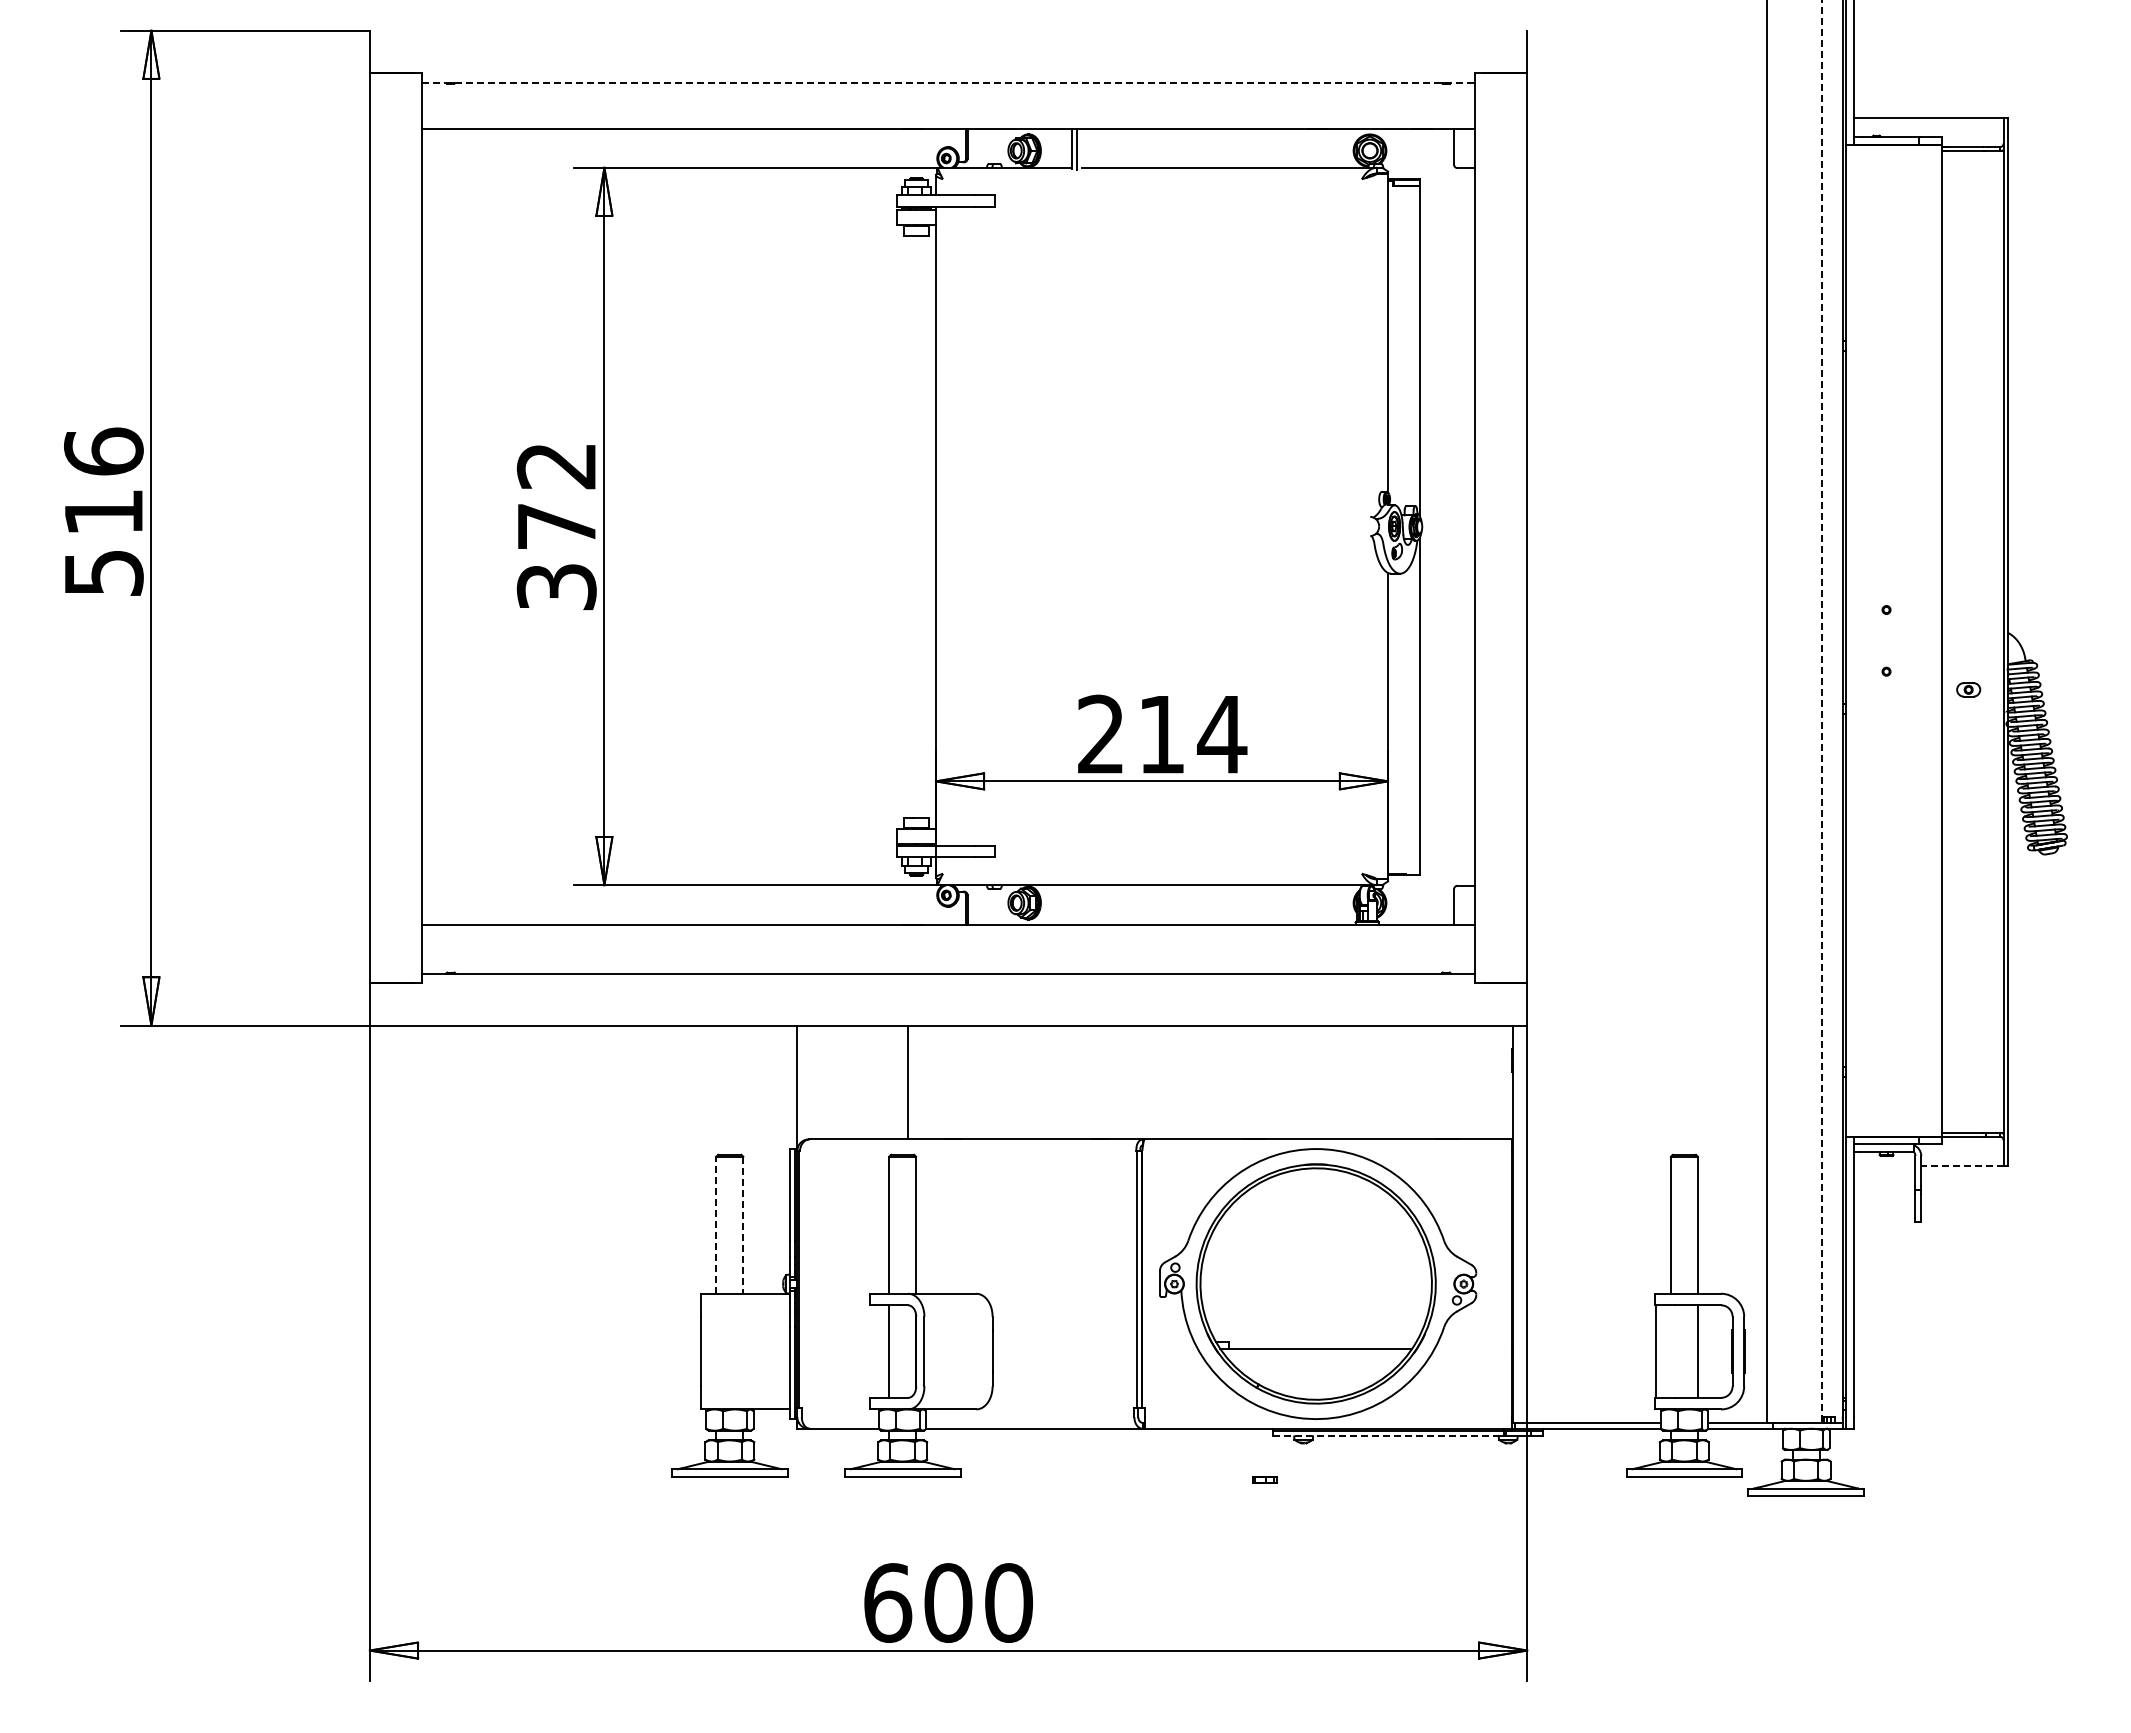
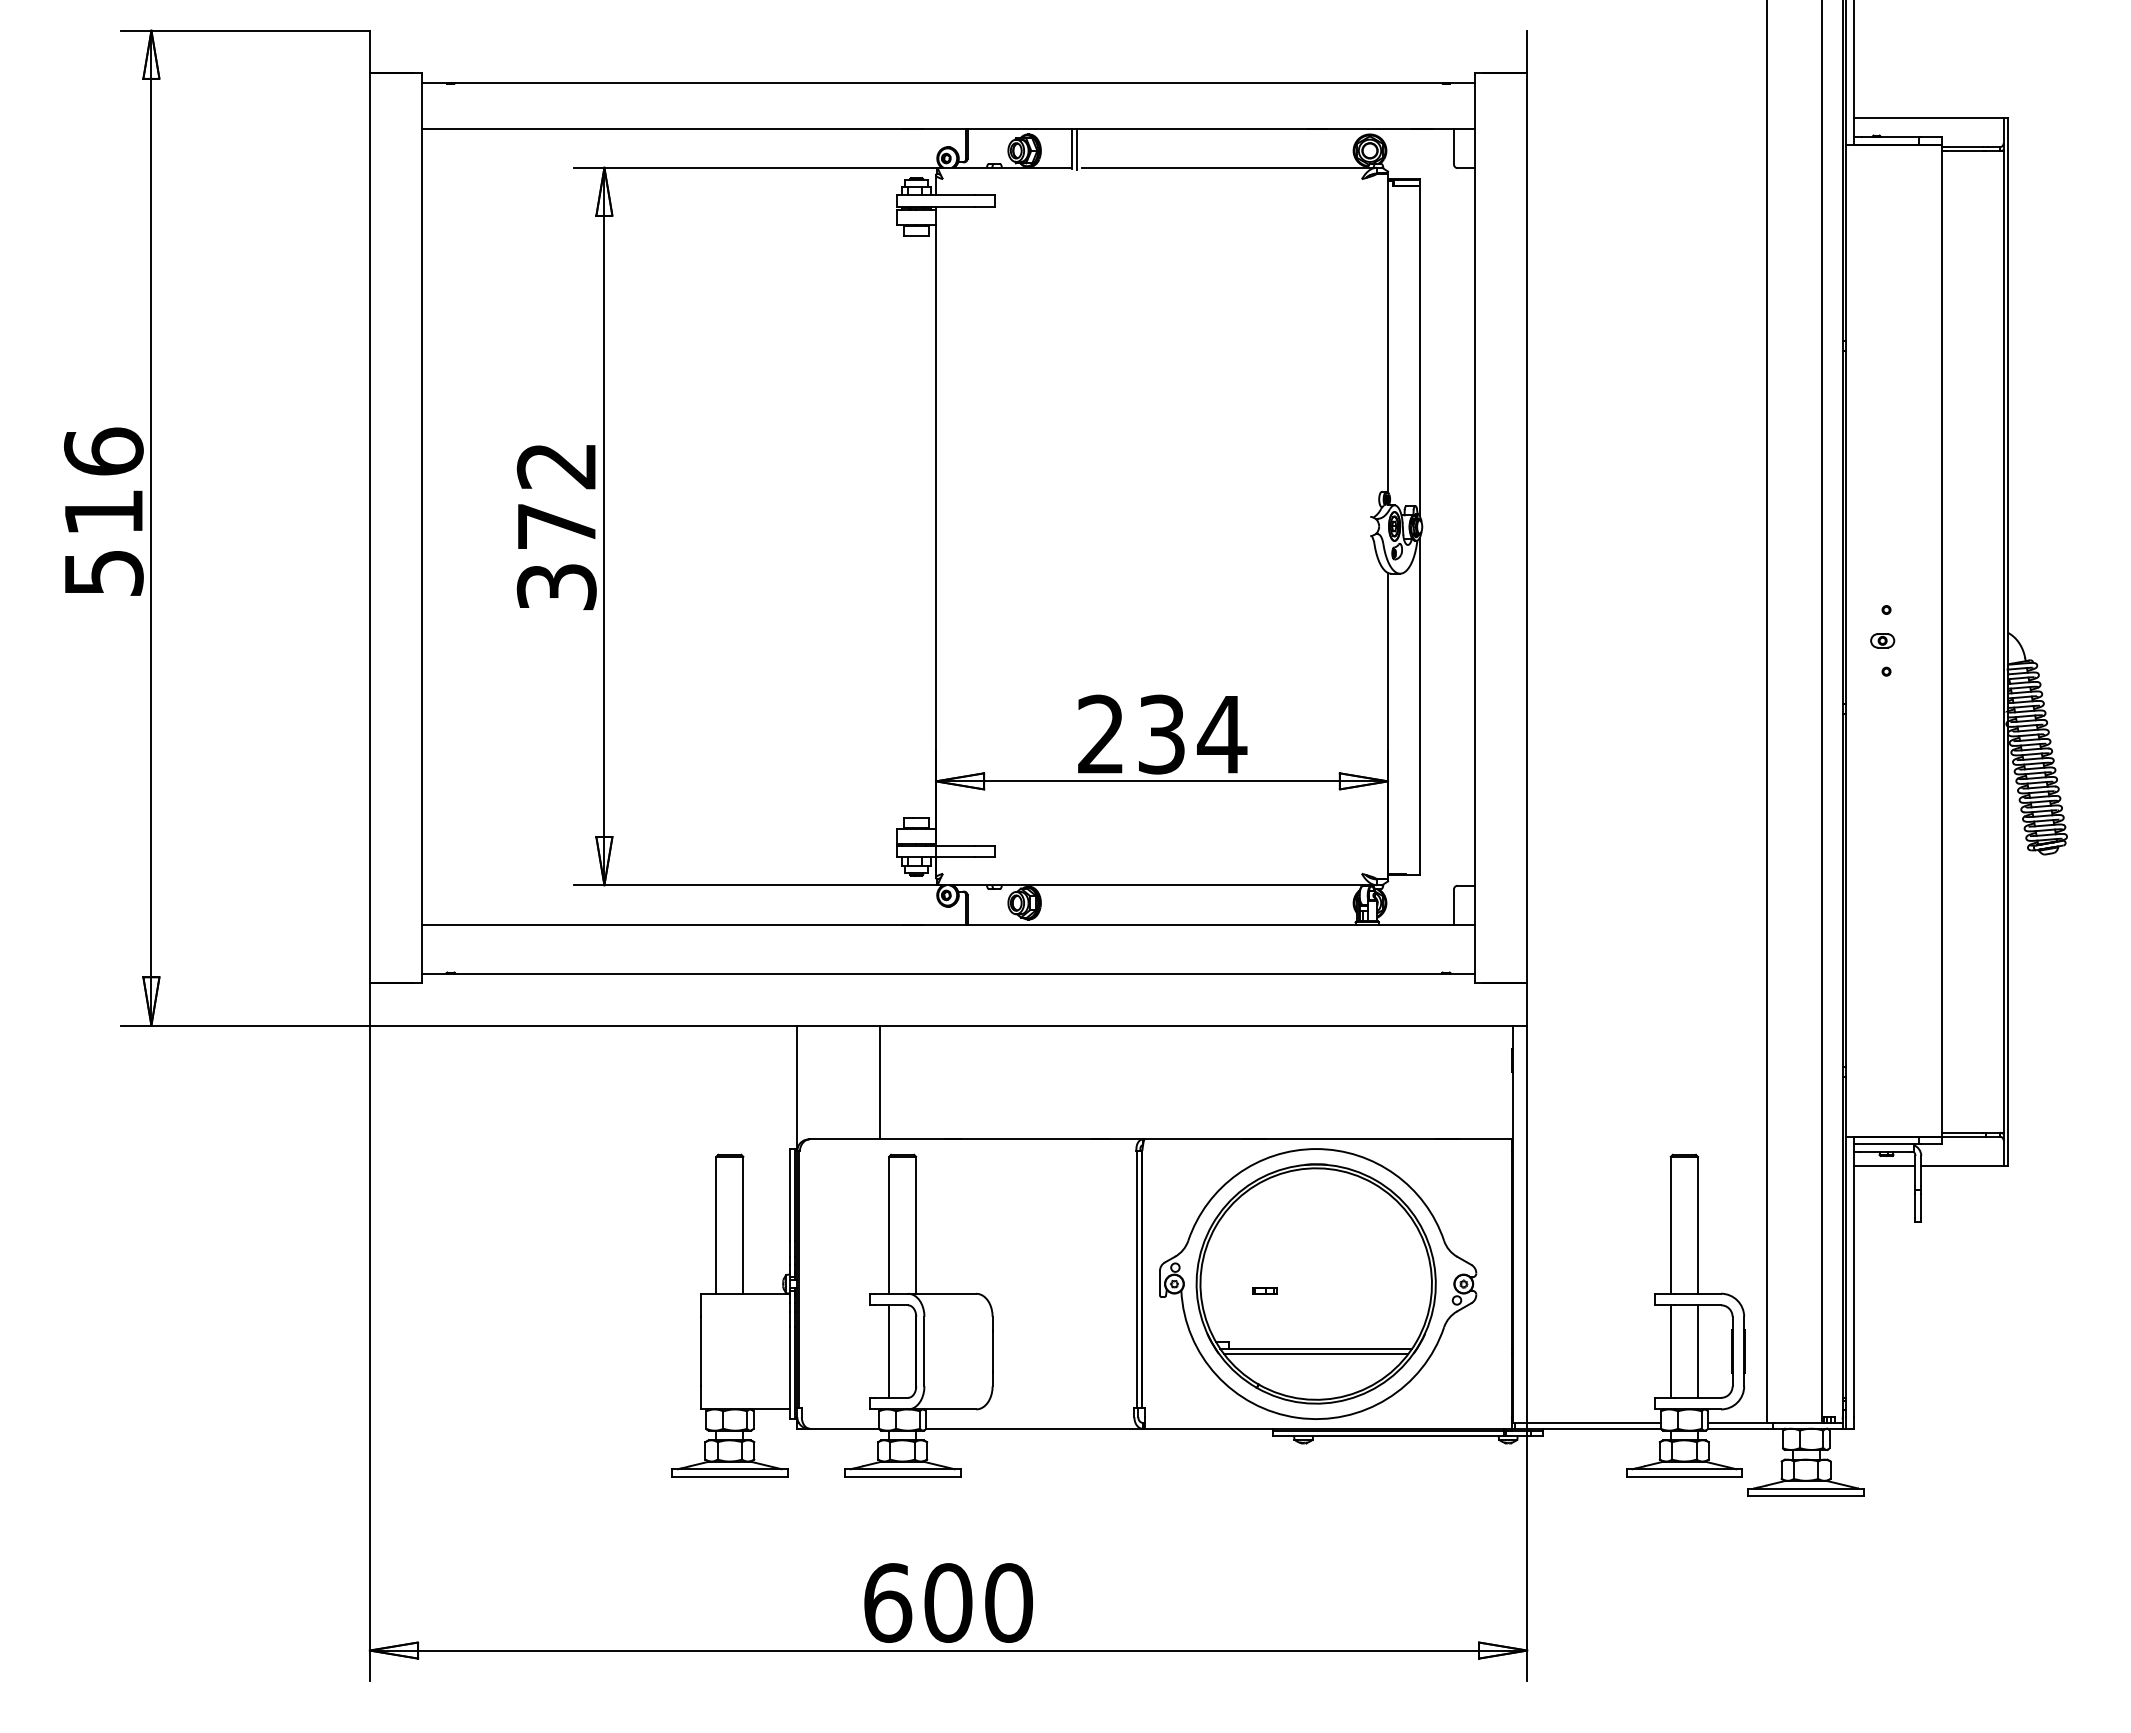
line at (948, 82): dashed -> solid
part at (1968, 689) position: (1968, 689) -> (1882, 640)
line at (1821, 711): dashed -> solid
text at (1161, 734): 214 -> 234
line at (908, 1082) position: (908, 1082) -> (880, 1082)
line at (1884, 1165): none -> present
line at (1961, 1165): dashed -> solid
line at (716, 1224): dashed -> solid
line at (743, 1225): dashed -> solid
line at (1655, 1351) position: (1655, 1351) -> (1670, 1351)
line at (1316, 1354): none -> present
line at (1386, 1436): dashed -> solid
part at (1264, 1479) position: (1264, 1479) -> (1264, 1290)
